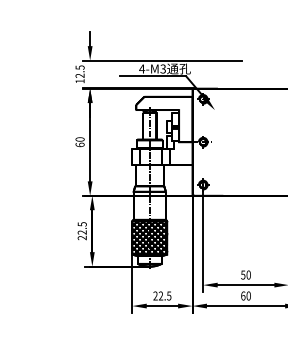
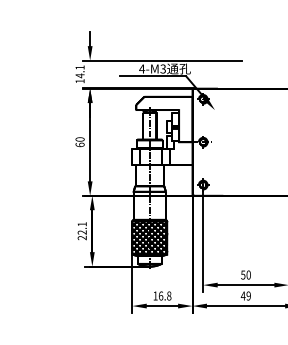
text at (79, 71): 12.5 -> 14.1
text at (81, 224): 22.5 -> 22.1
text at (162, 295): 22.5 -> 16.8
text at (245, 295): 60 -> 49
